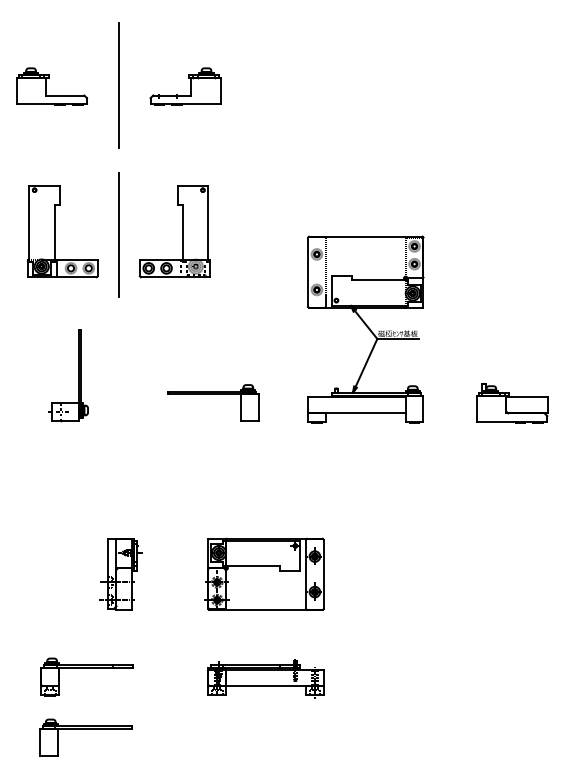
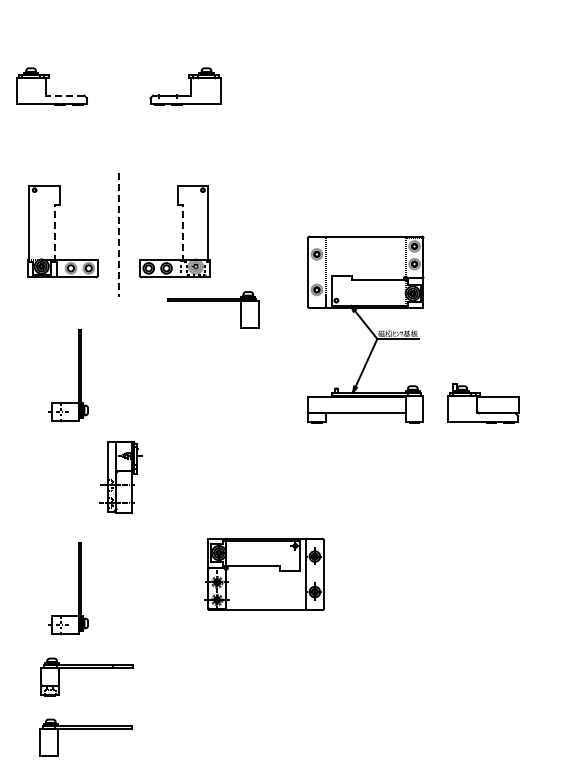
line at (118, 85): present -> none
line at (64, 95): solid -> dashed
line at (55, 233): solid -> dashed
line at (182, 233): solid -> dashed
line at (118, 235): solid -> dashed
part at (213, 394) position: (213, 394) -> (213, 301)
part at (512, 403) position: (512, 403) -> (483, 403)
part at (120, 574) position: (120, 574) -> (120, 477)
part at (78, 588): none -> present
part at (265, 678): present -> none
